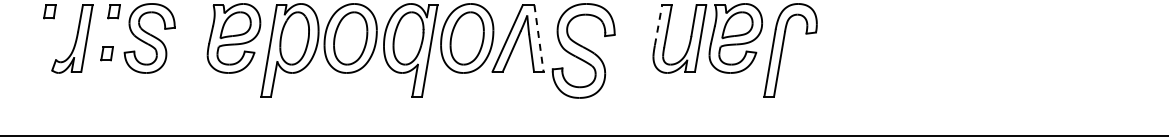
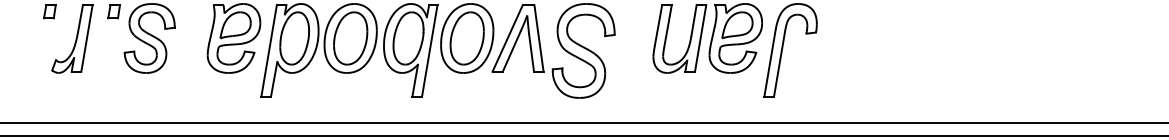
line at (658, 24): dashed -> solid
line at (539, 38): dashed -> solid
part at (106, 53): present -> none
line at (583, 122): none -> present
